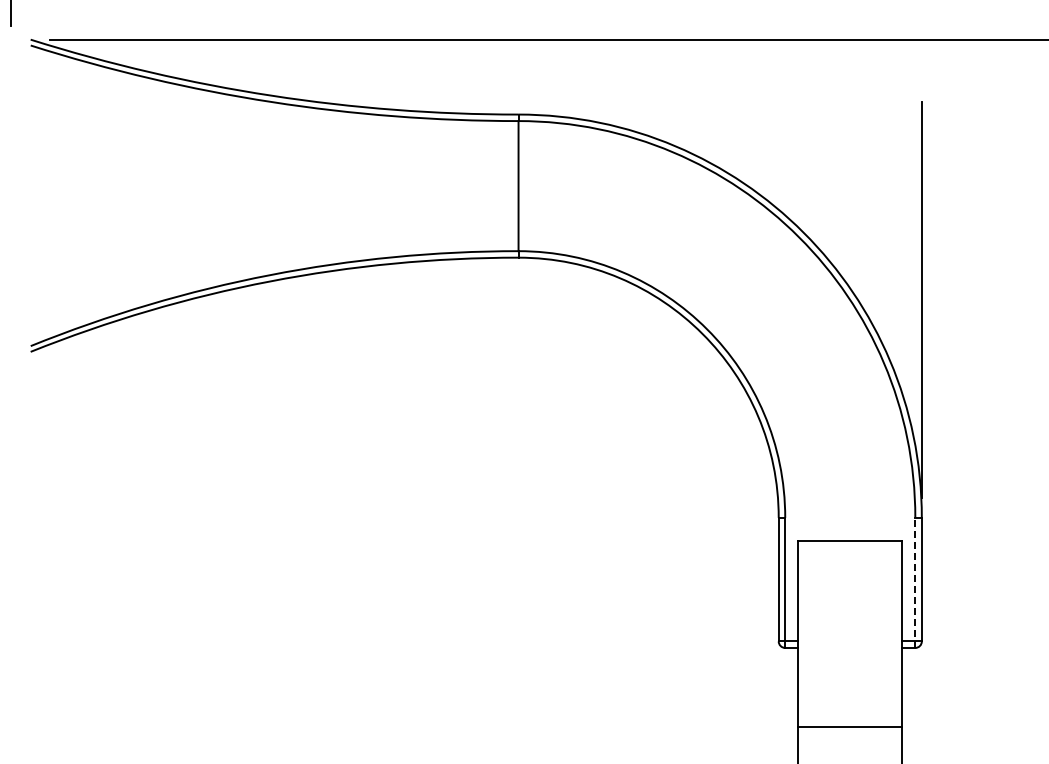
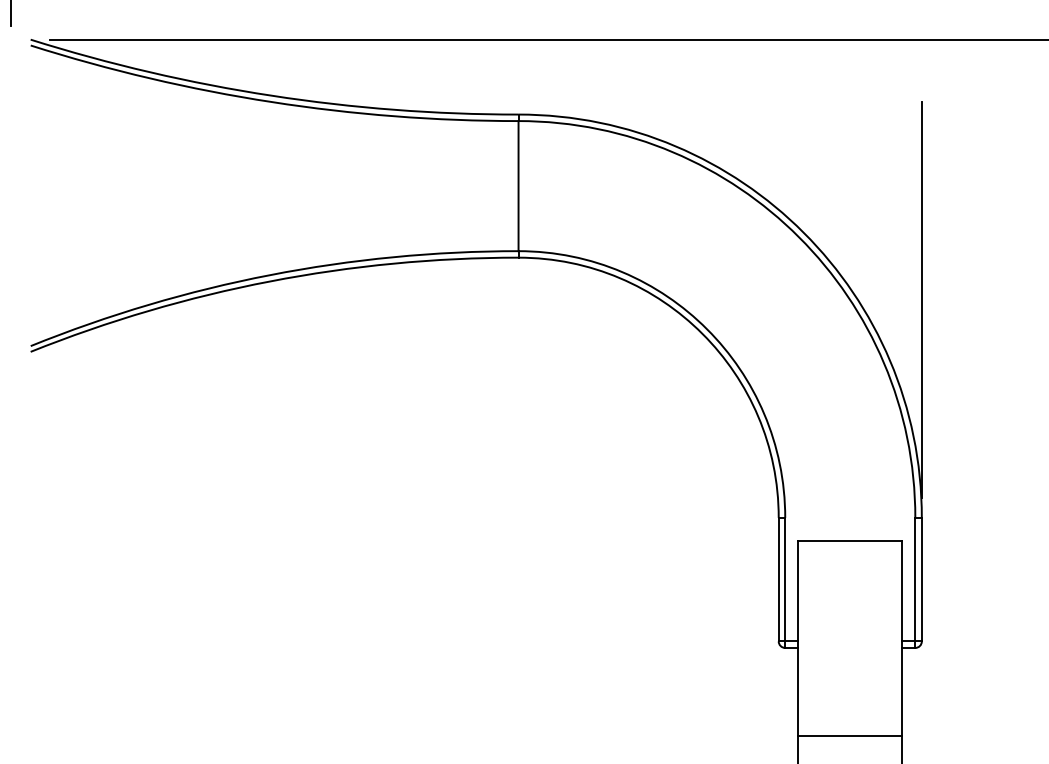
line at (915, 582): dashed -> solid
line at (850, 726) position: (850, 726) -> (850, 735)
